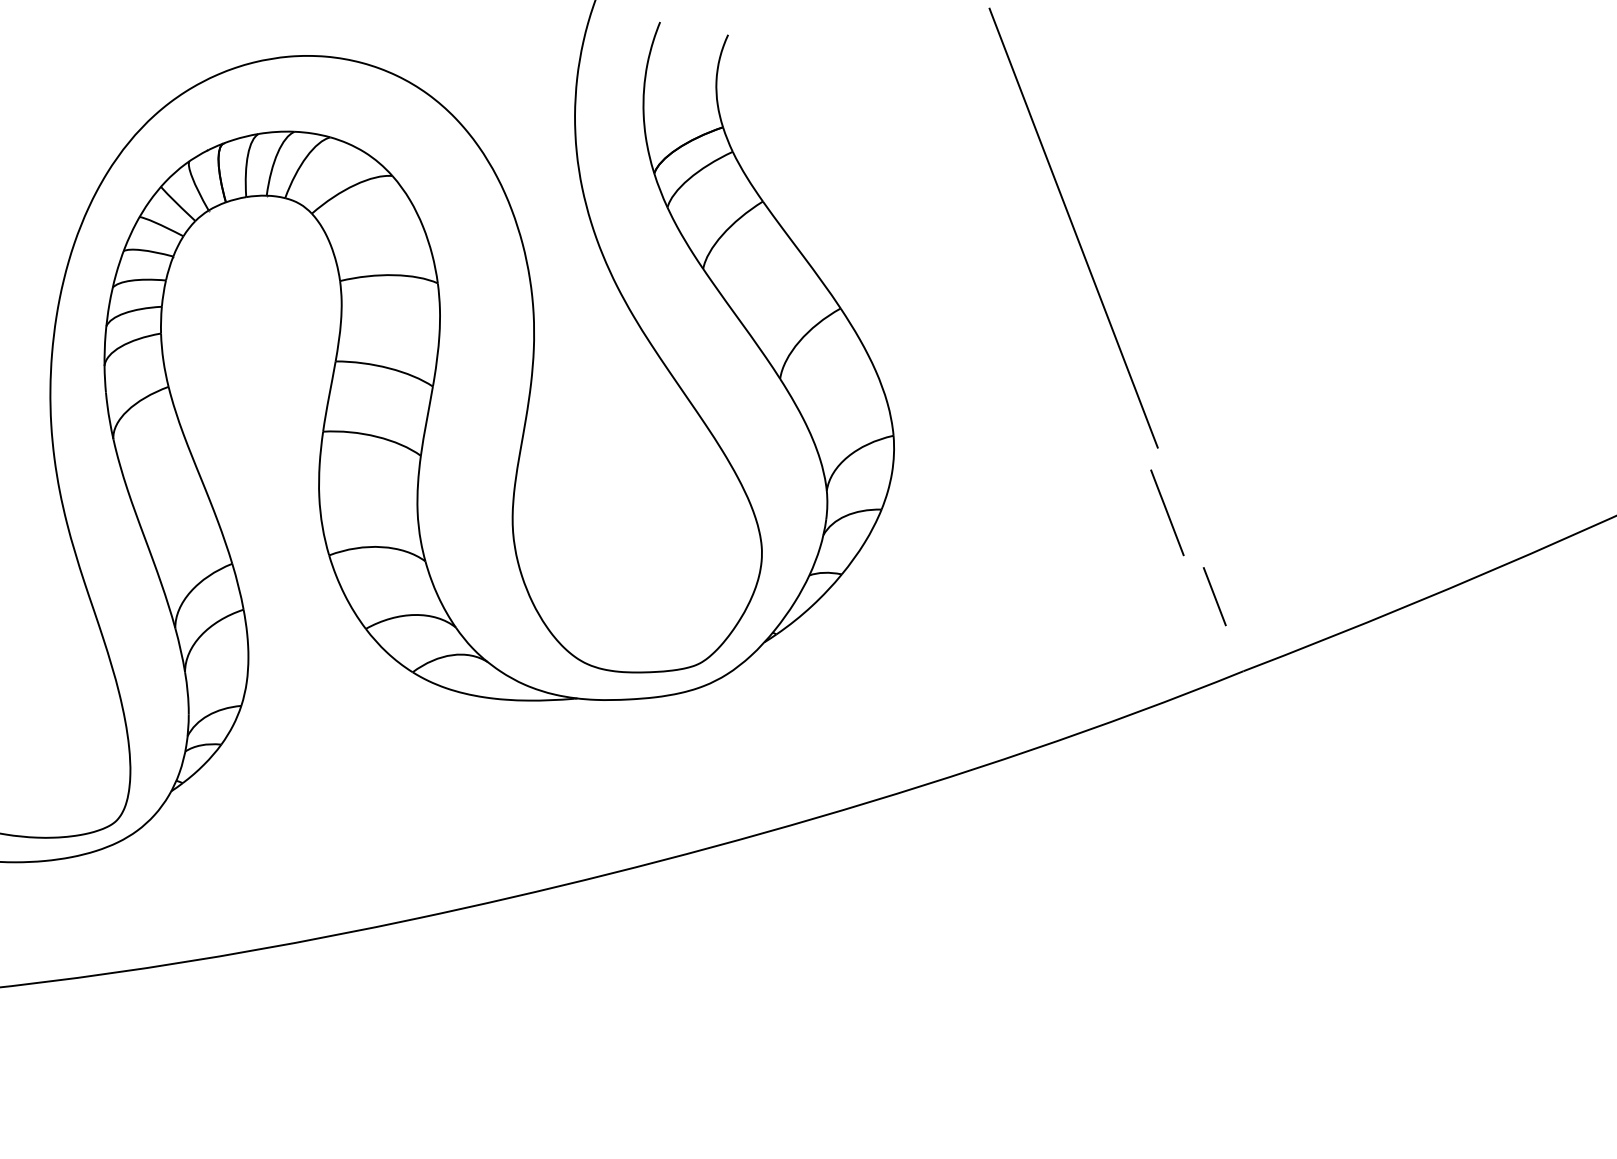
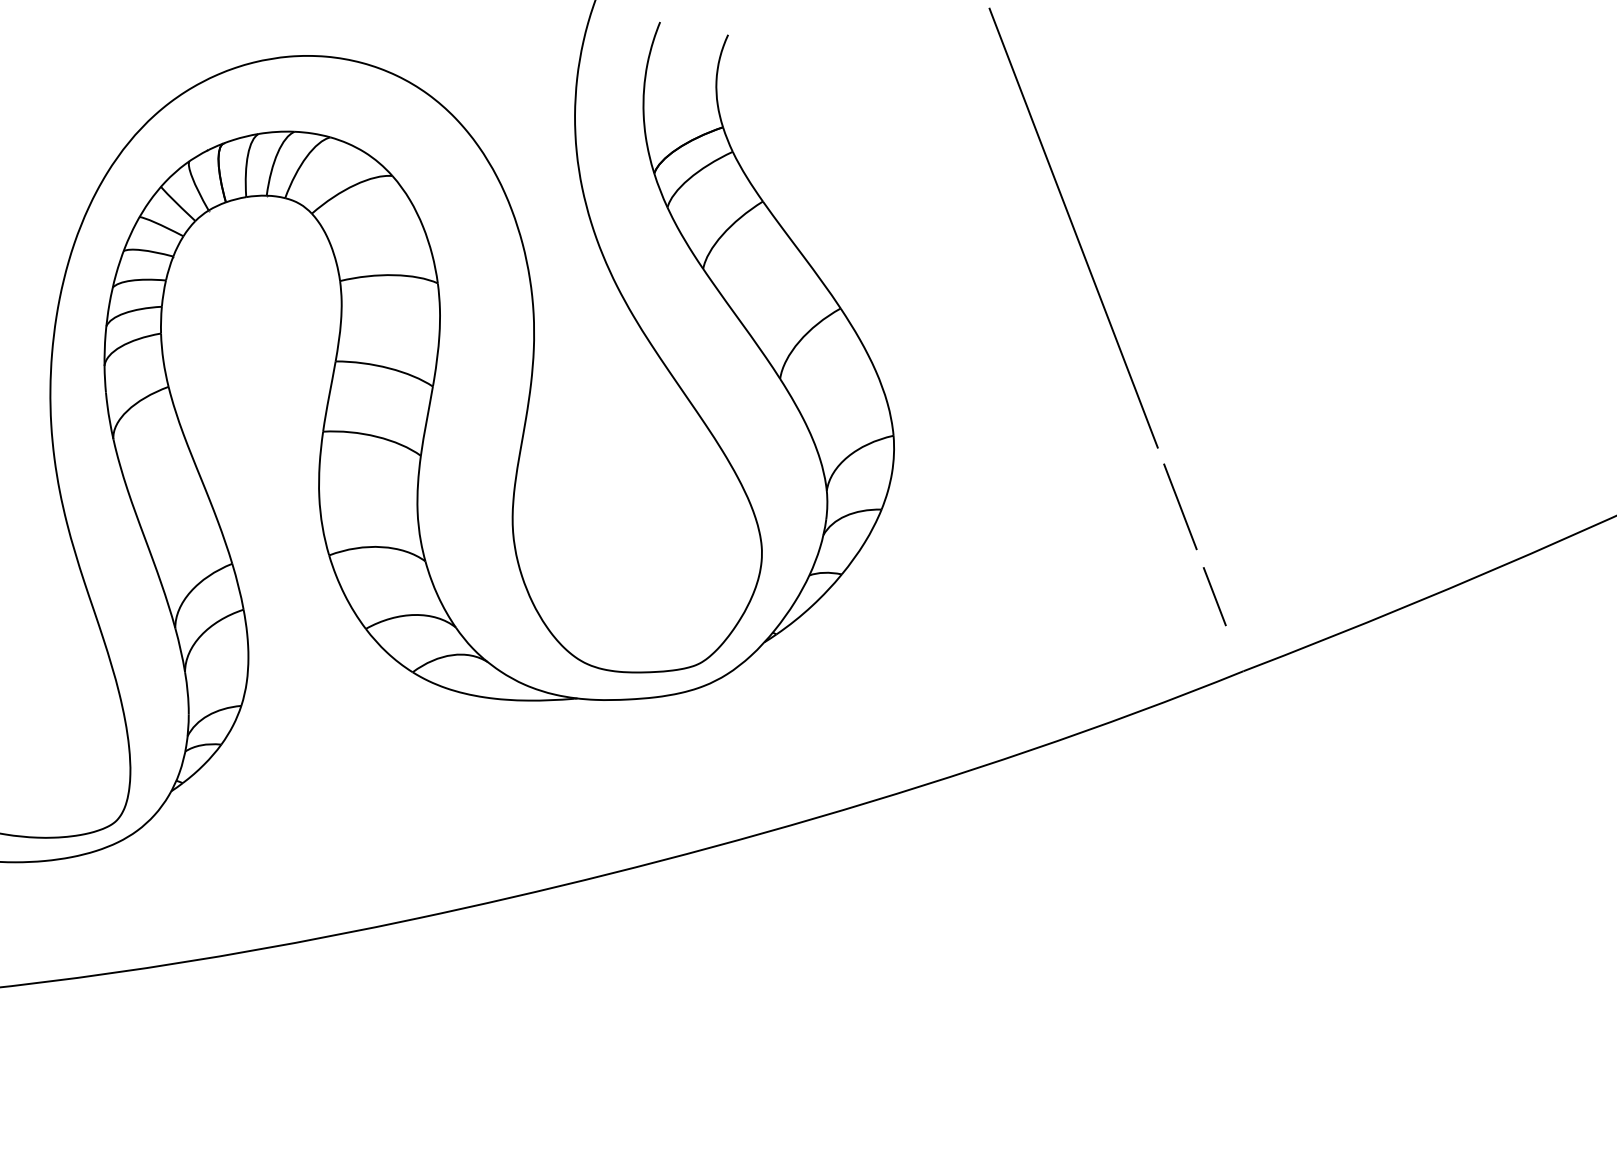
line at (1167, 512) position: (1167, 512) -> (1180, 506)
